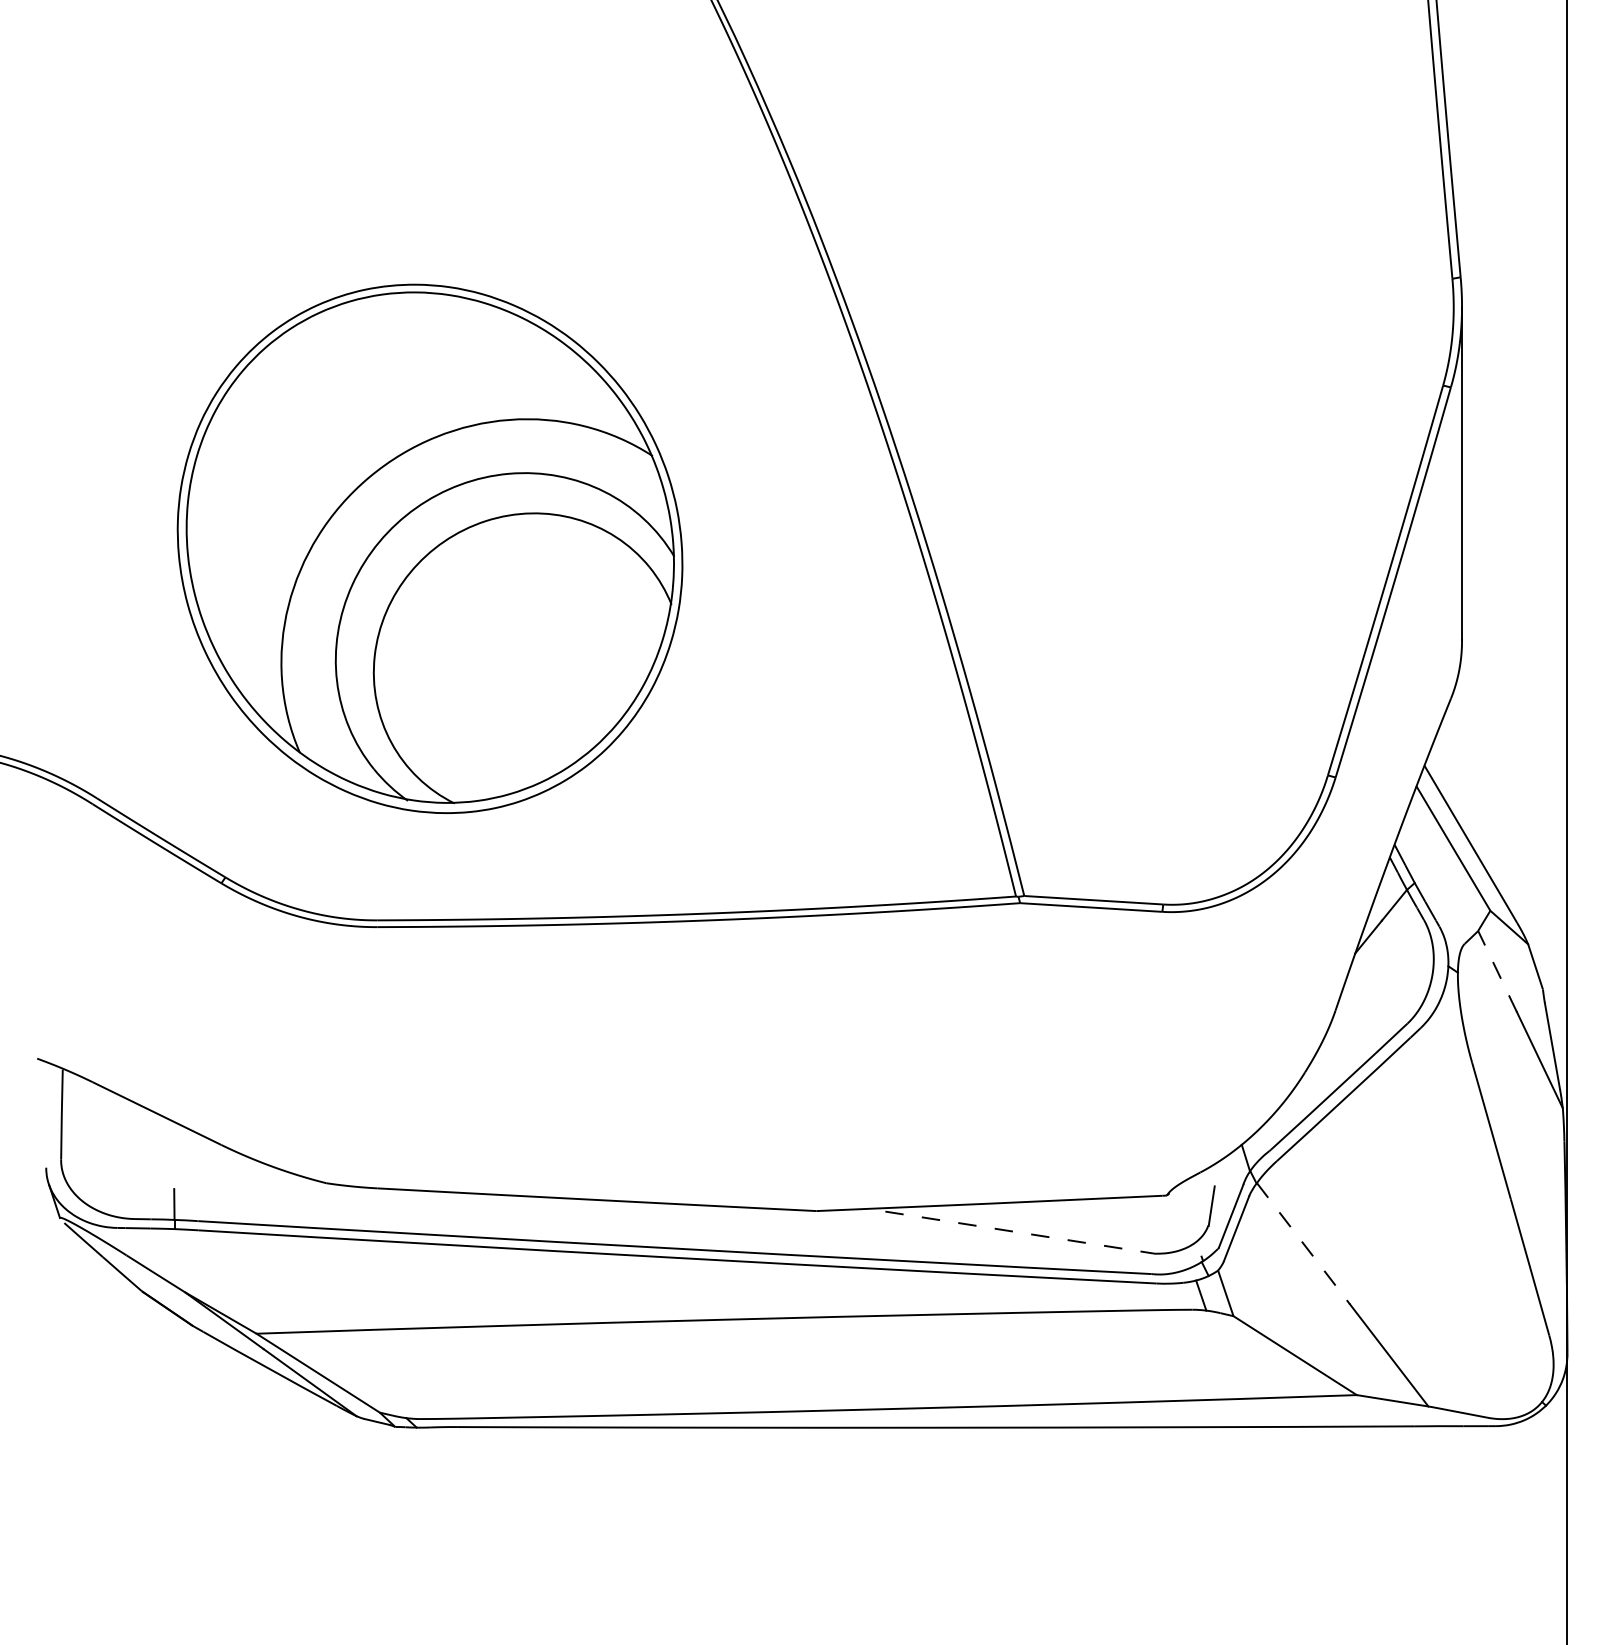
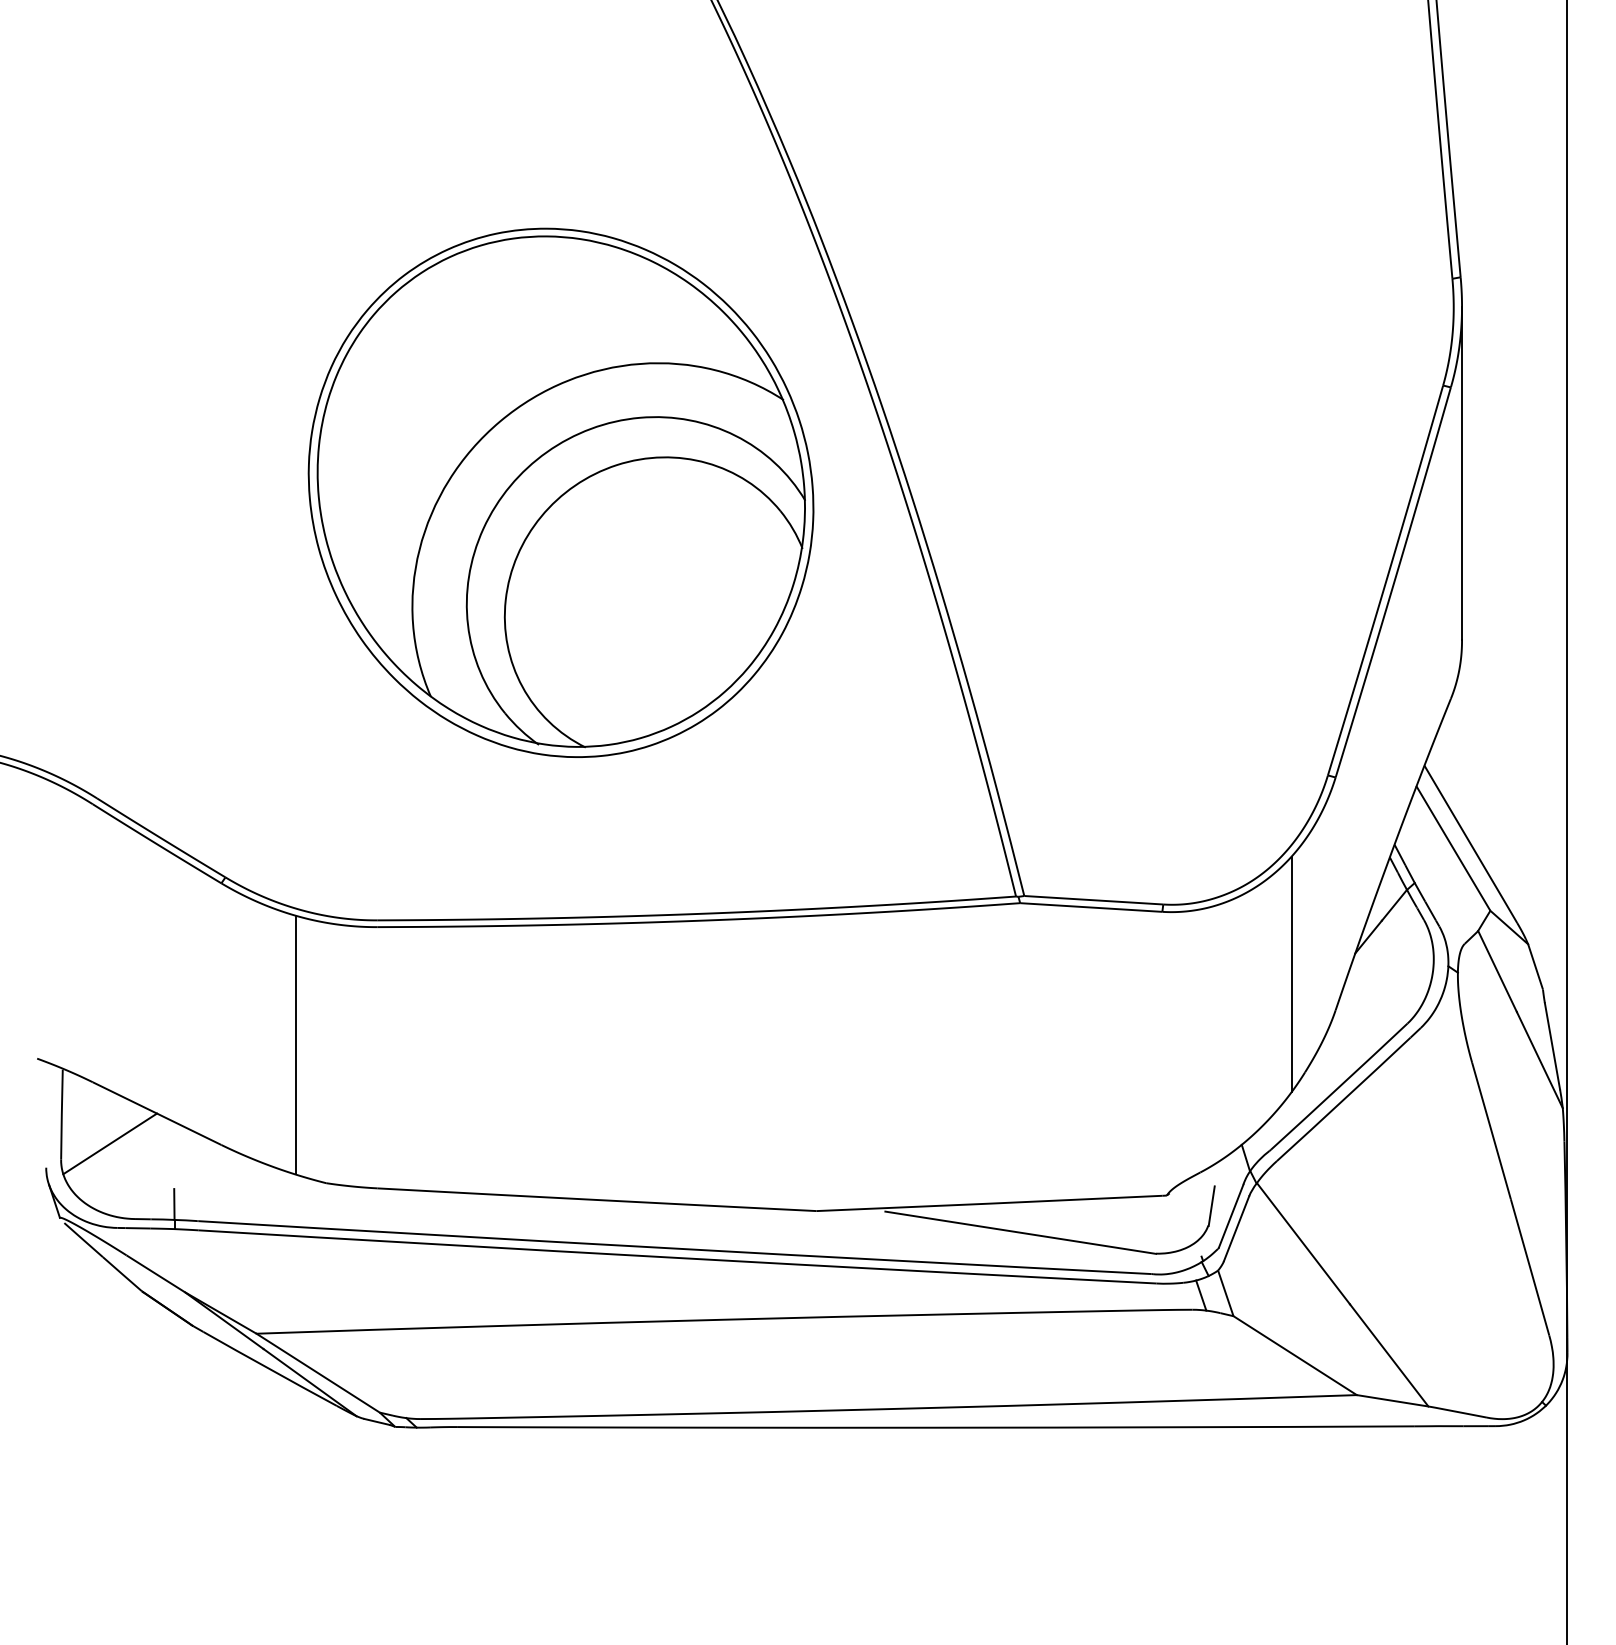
part at (429, 548) position: (429, 548) -> (560, 492)
line at (1497, 971): dashed -> solid
line at (1291, 974): none -> present
line at (295, 1044): none -> present
line at (110, 1143): none -> present
line at (1020, 1232): dashed -> solid
line at (1303, 1244): dashed -> solid
